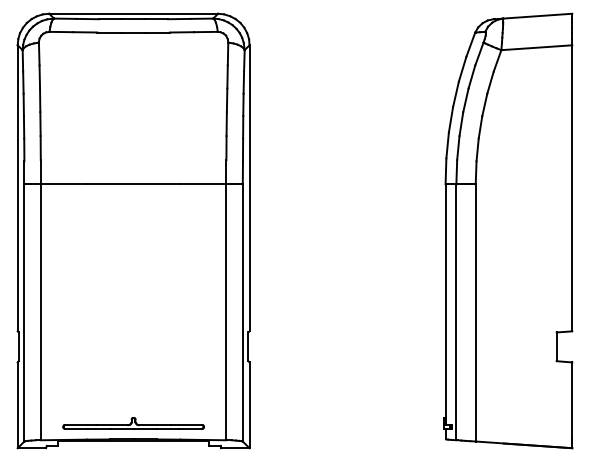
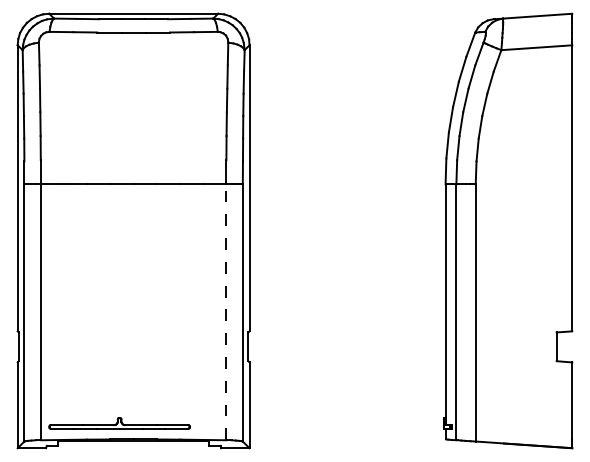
line at (226, 312): solid -> dashed
part at (133, 423) position: (133, 423) -> (119, 423)
